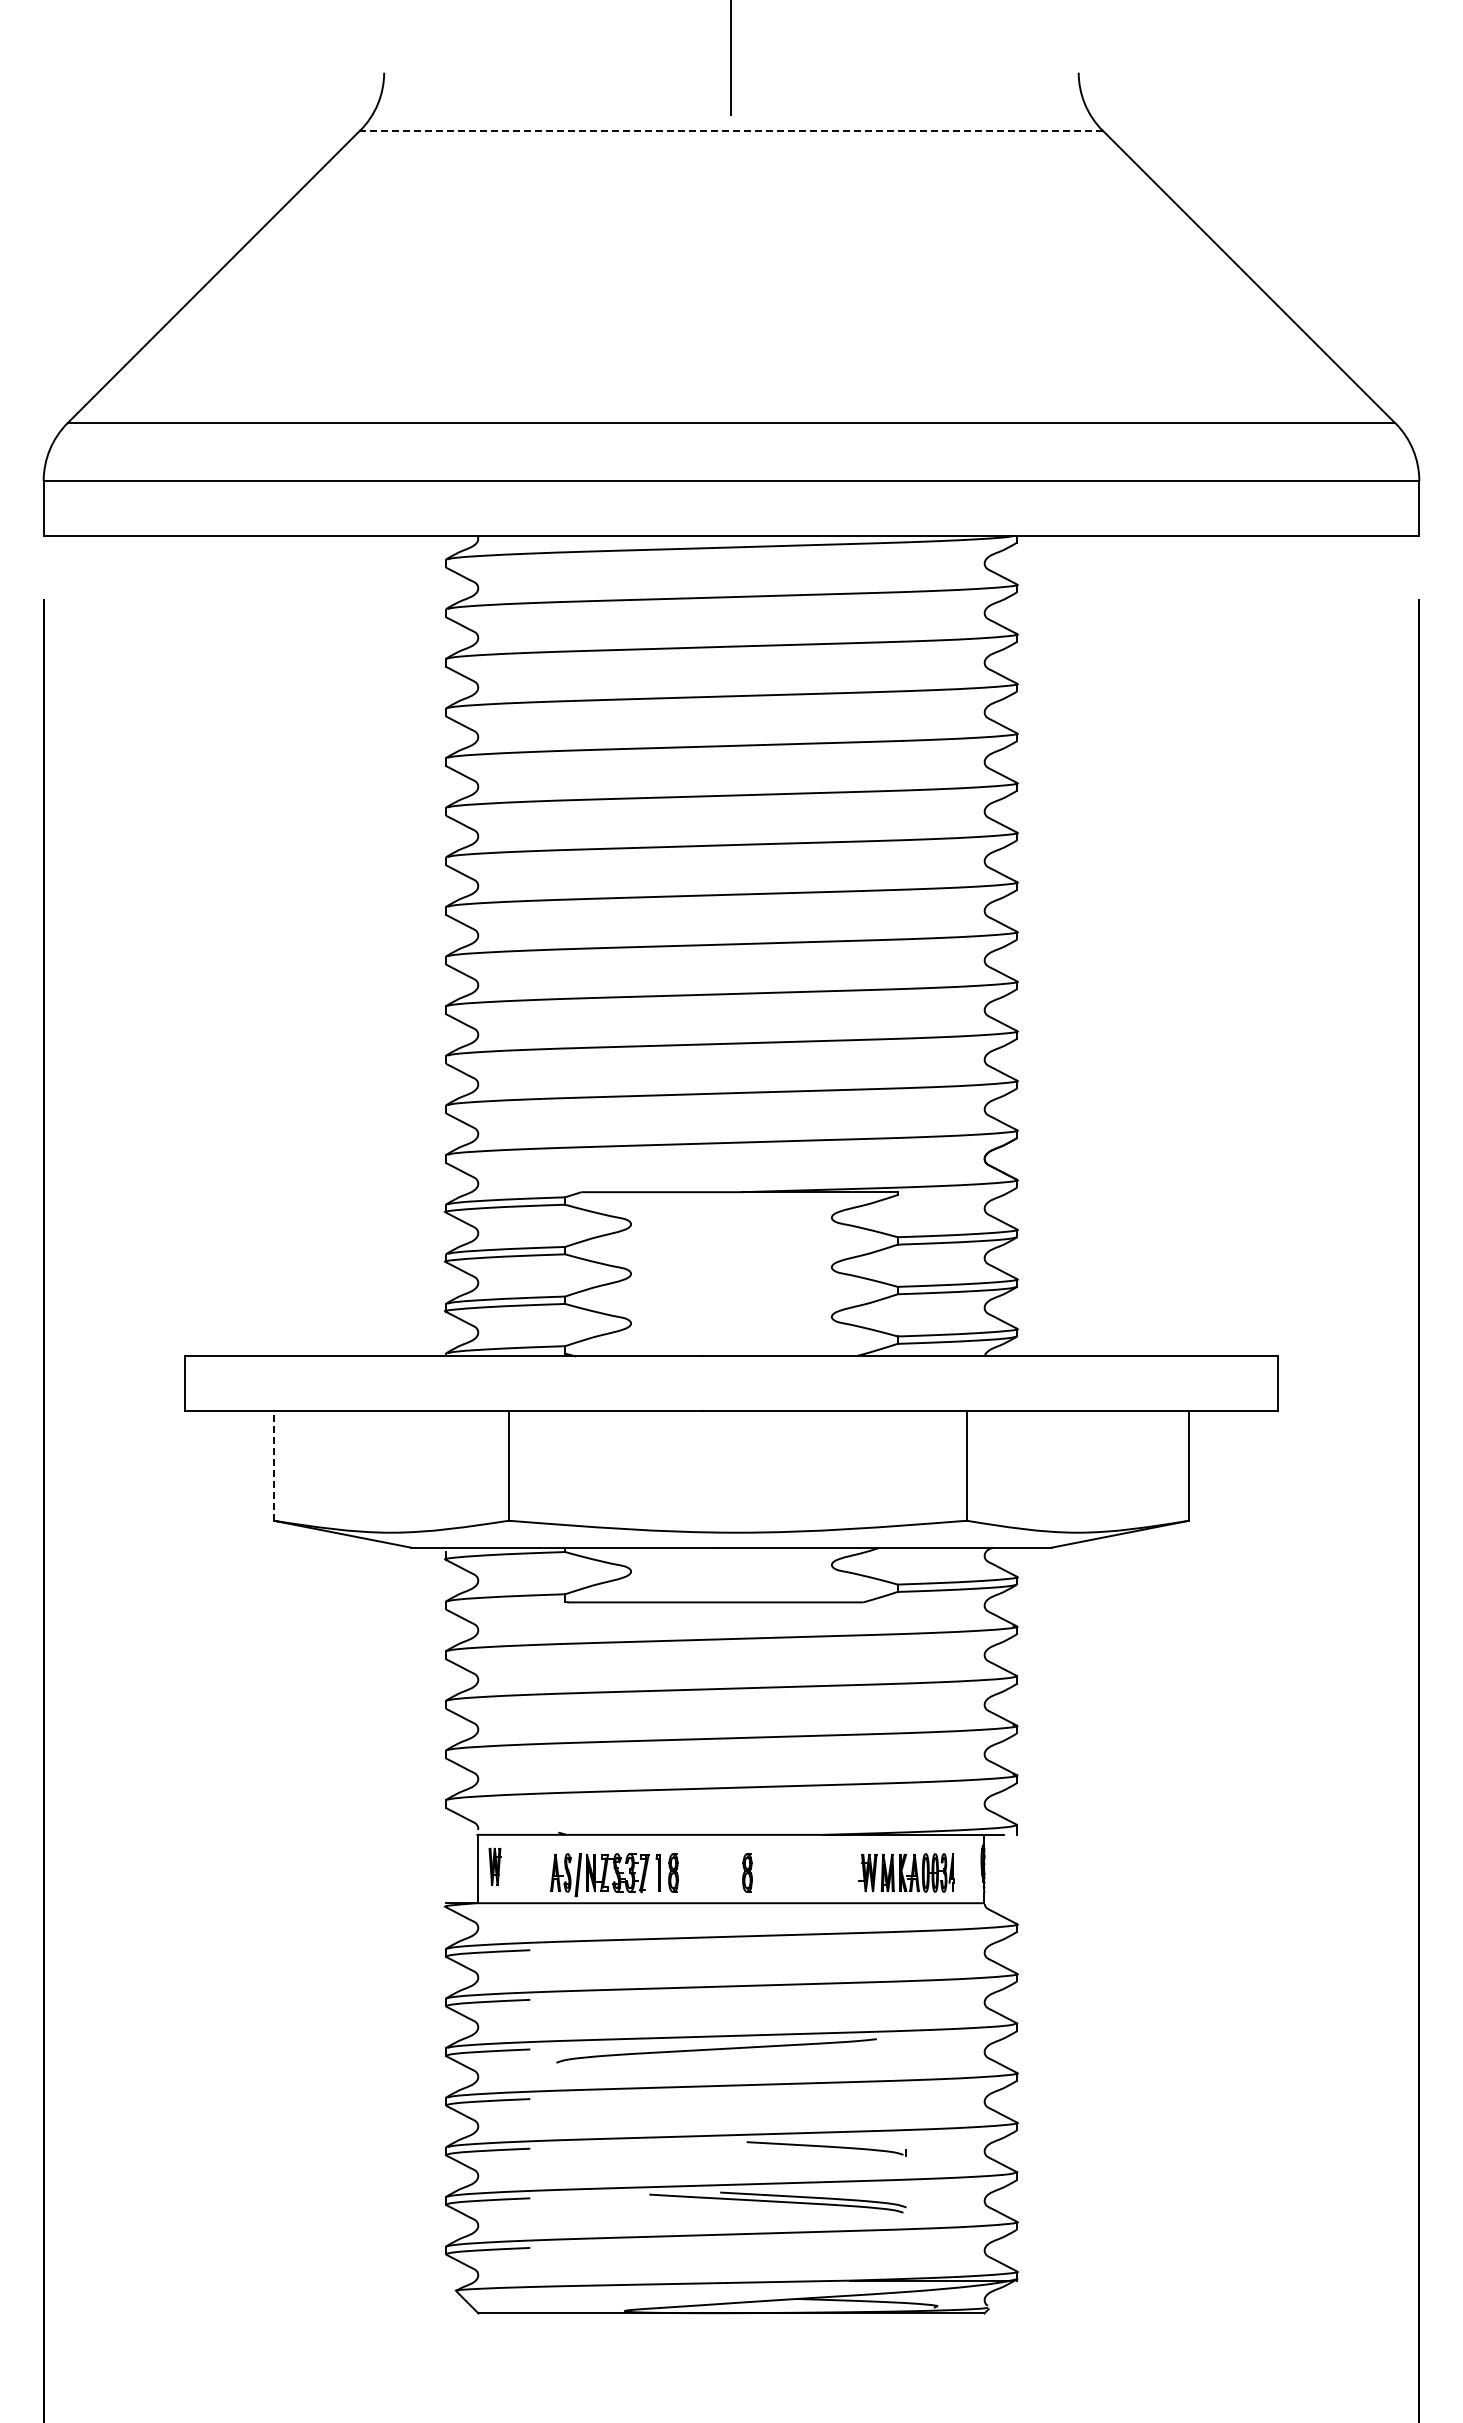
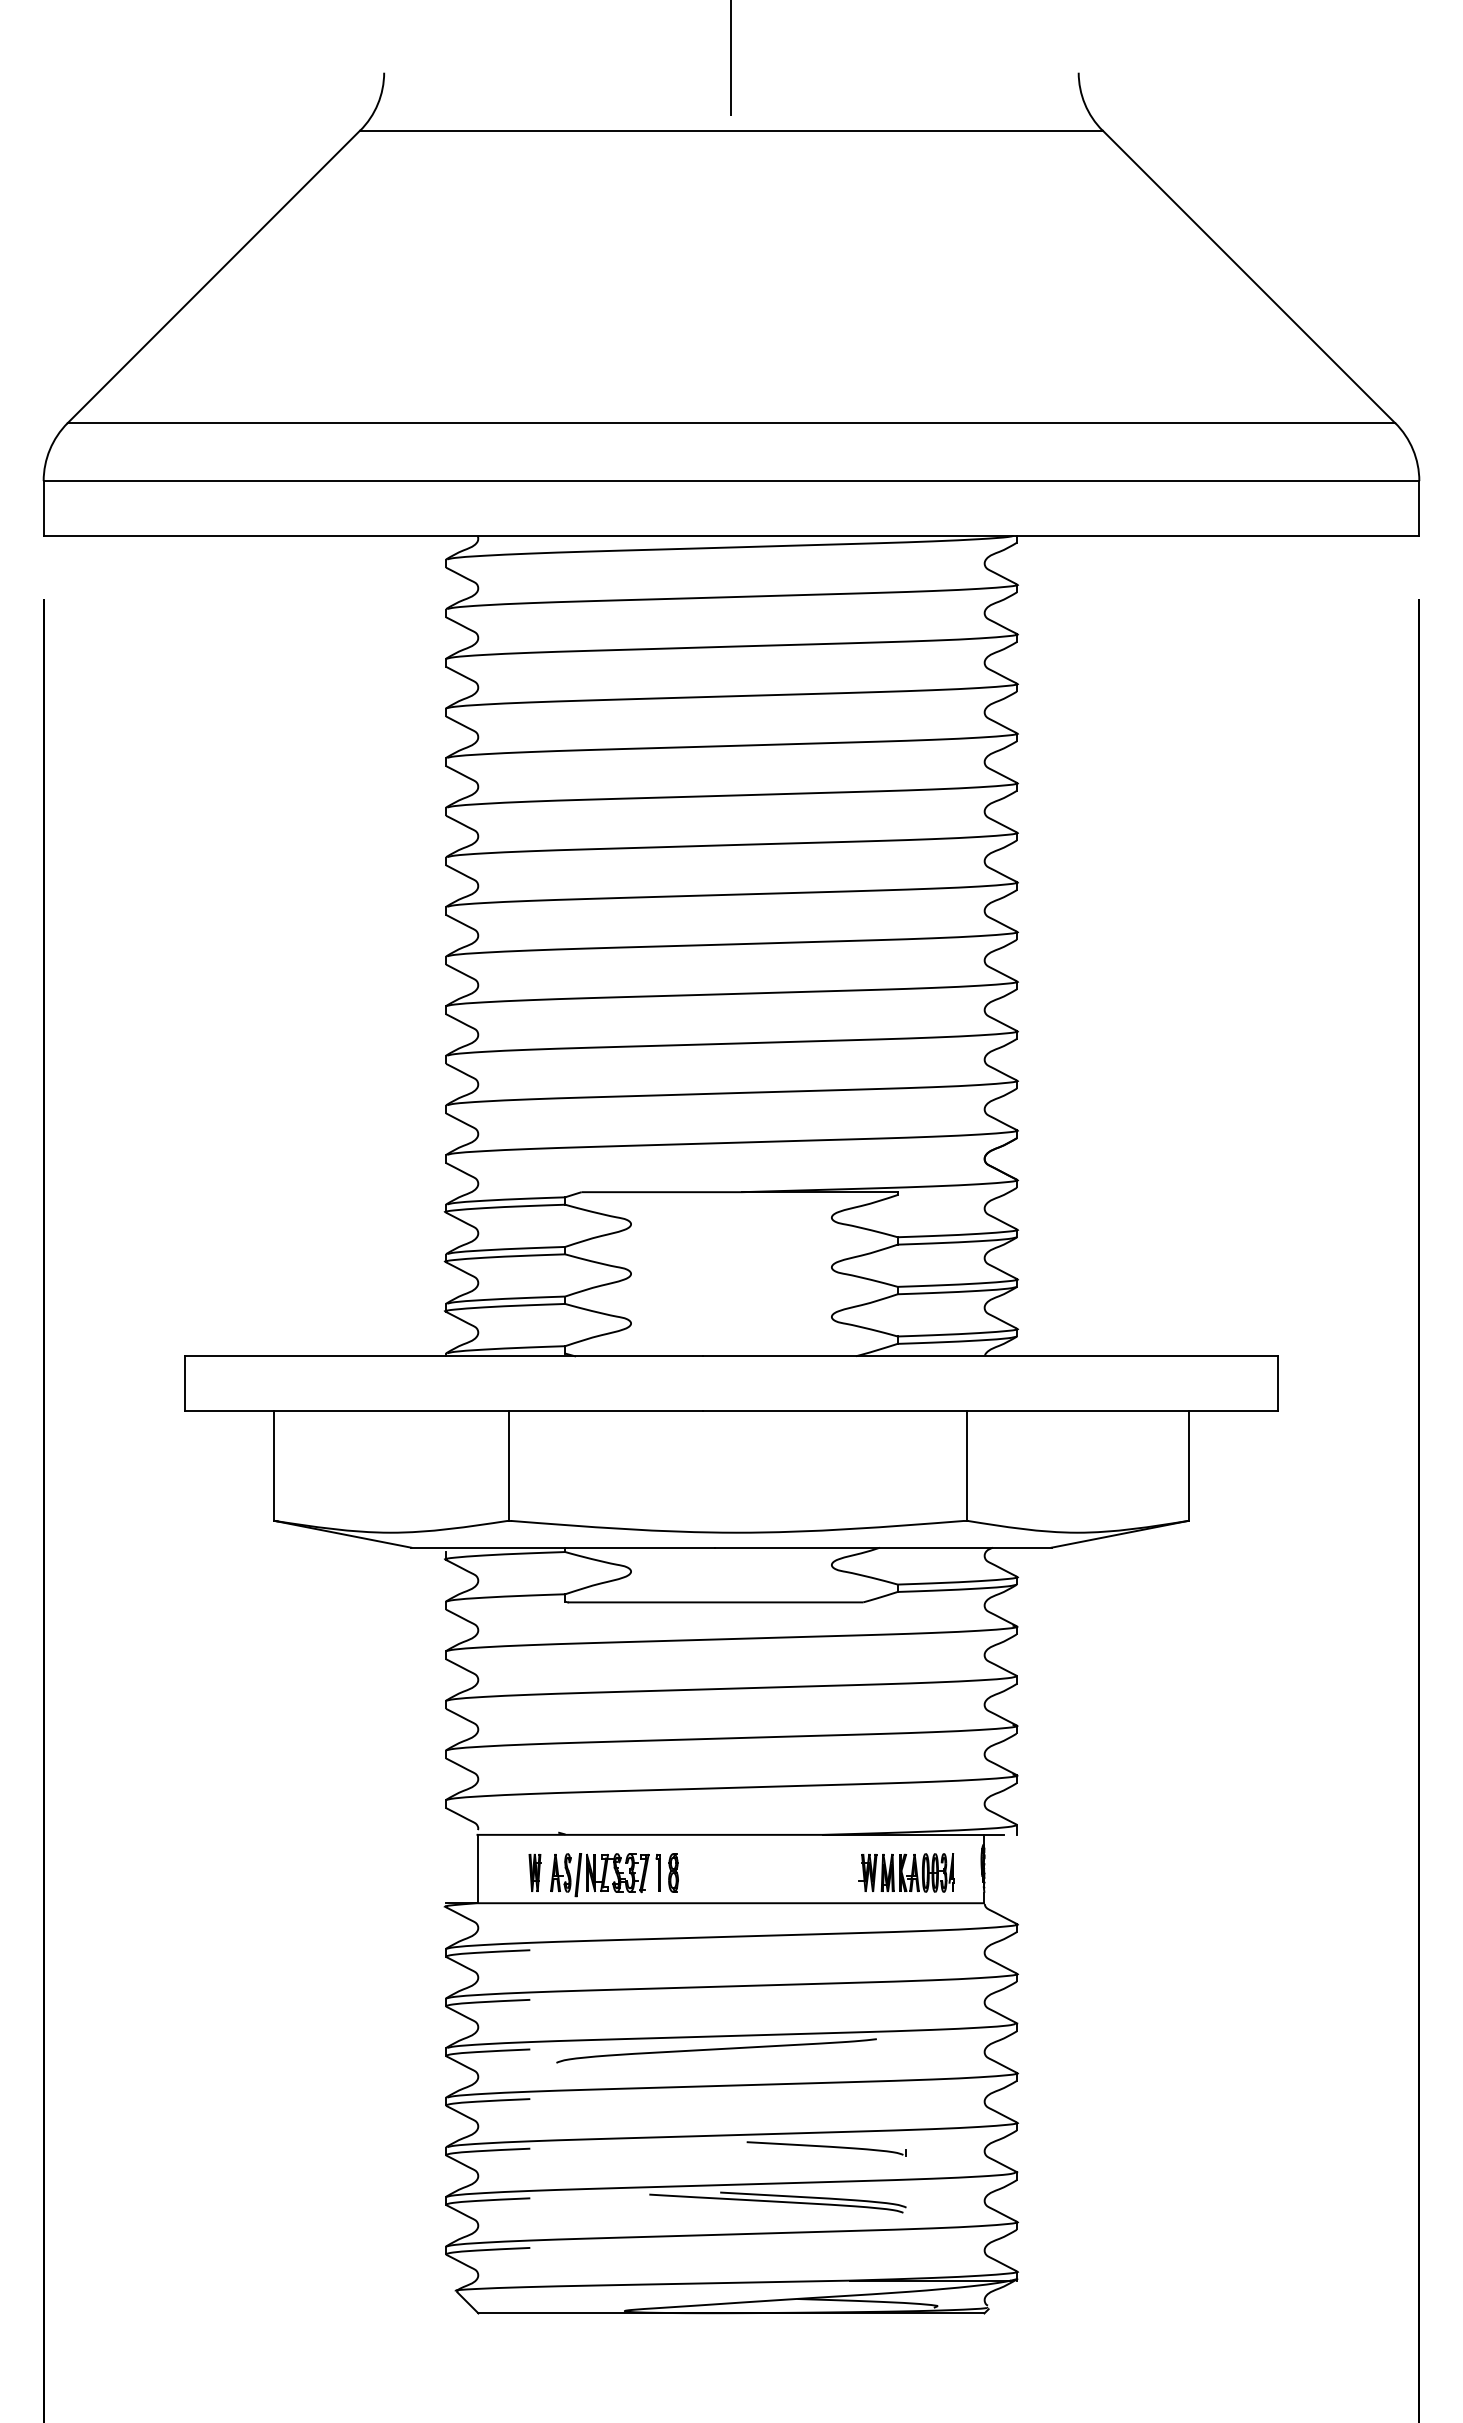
line at (730, 130): dashed -> solid
line at (273, 1465): dashed -> solid
part at (494, 1866) position: (494, 1866) -> (534, 1872)
part at (747, 1872): present -> none
